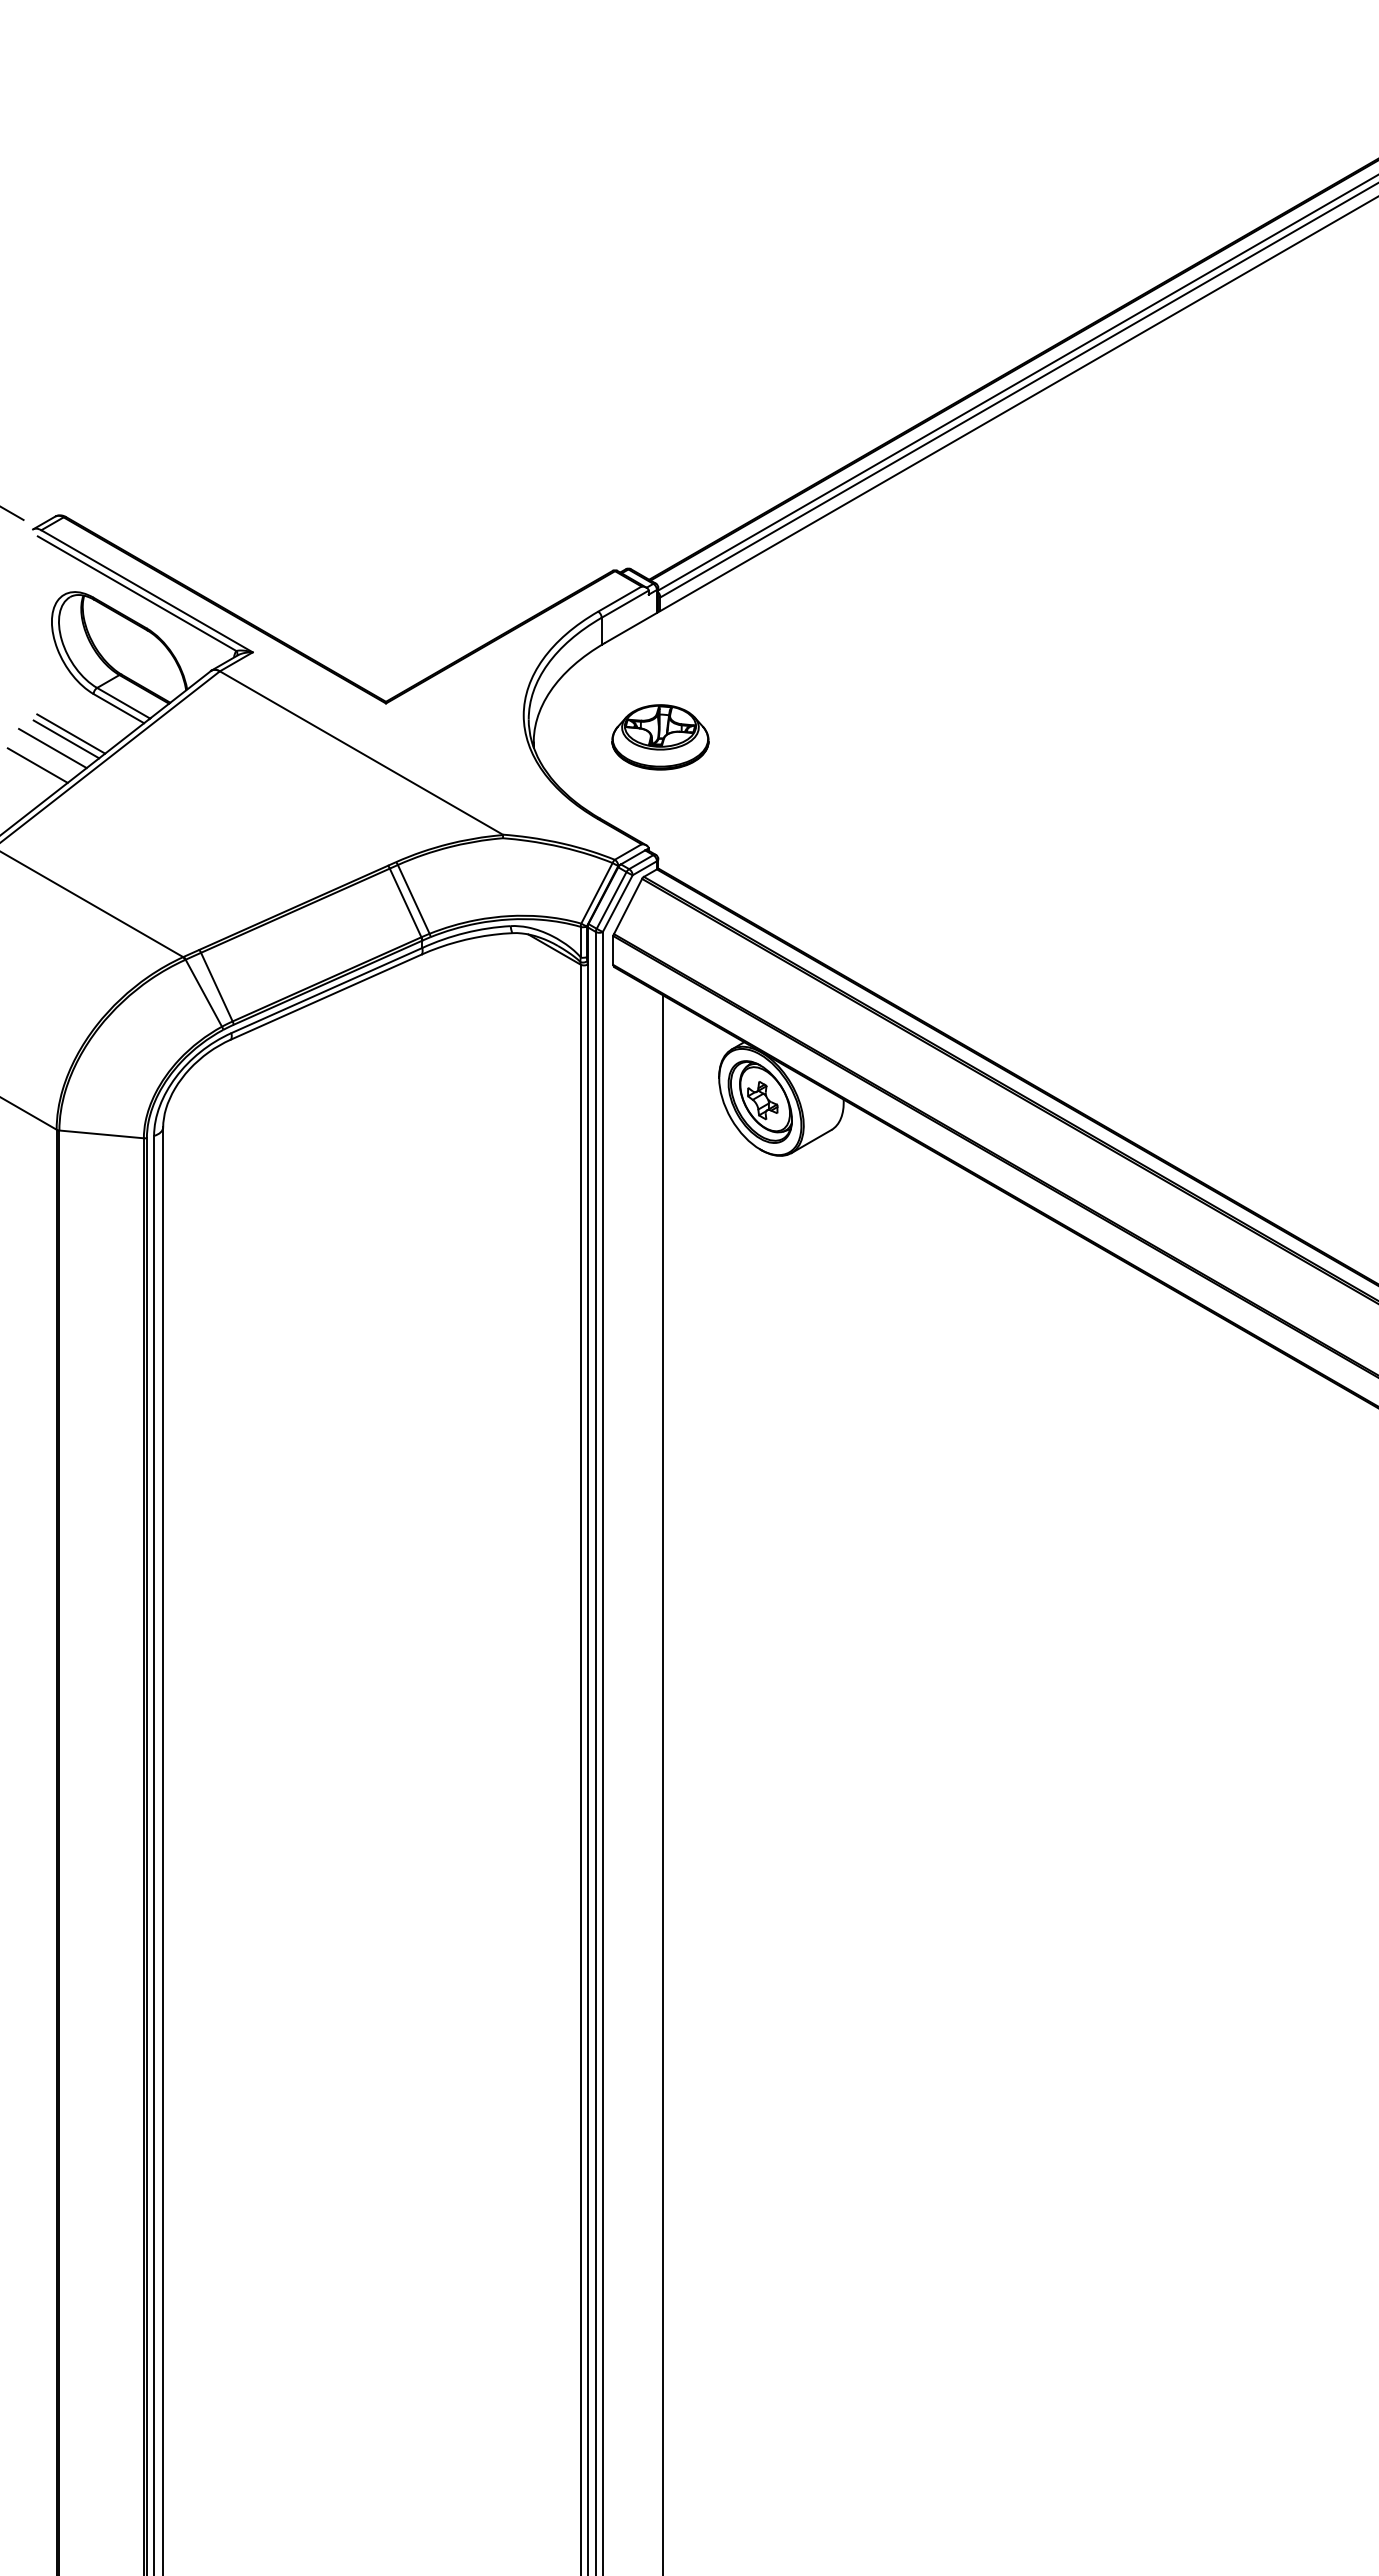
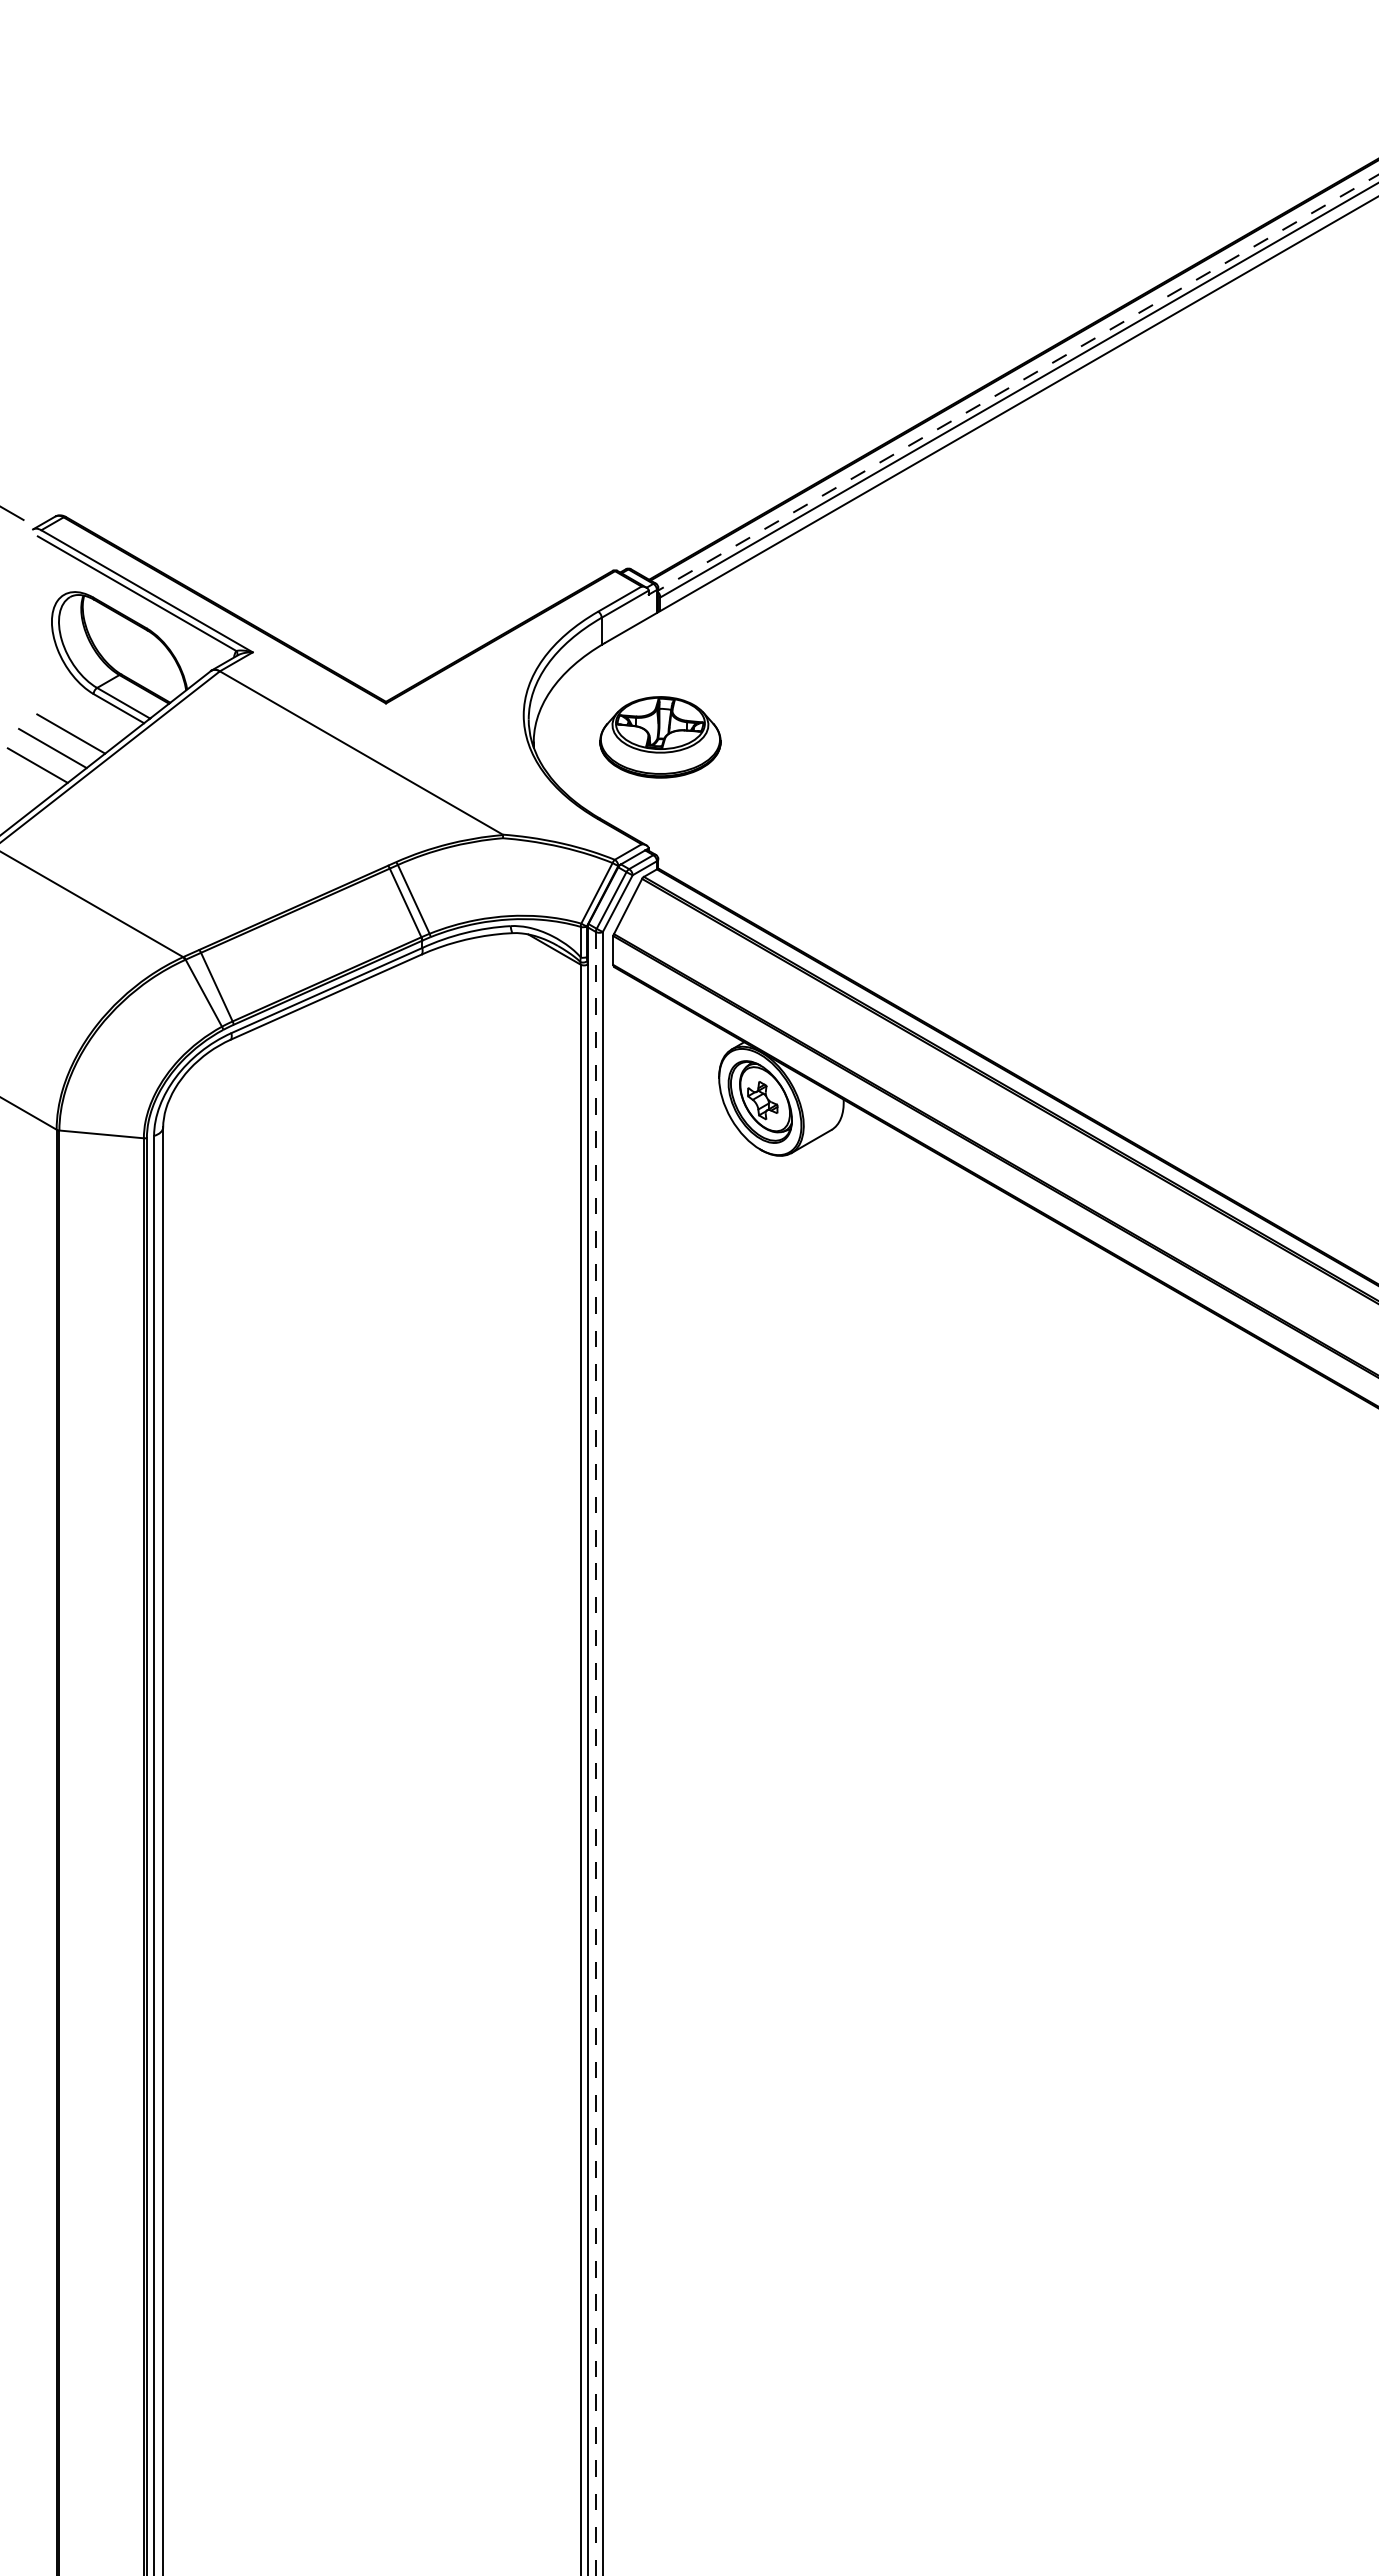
line at (1018, 382): solid -> dashed
part at (660, 737) size: 99x67 px -> 123x83 px
line at (66, 739): present -> none
line at (595, 1753): solid -> dashed
line at (663, 1783): present -> none
